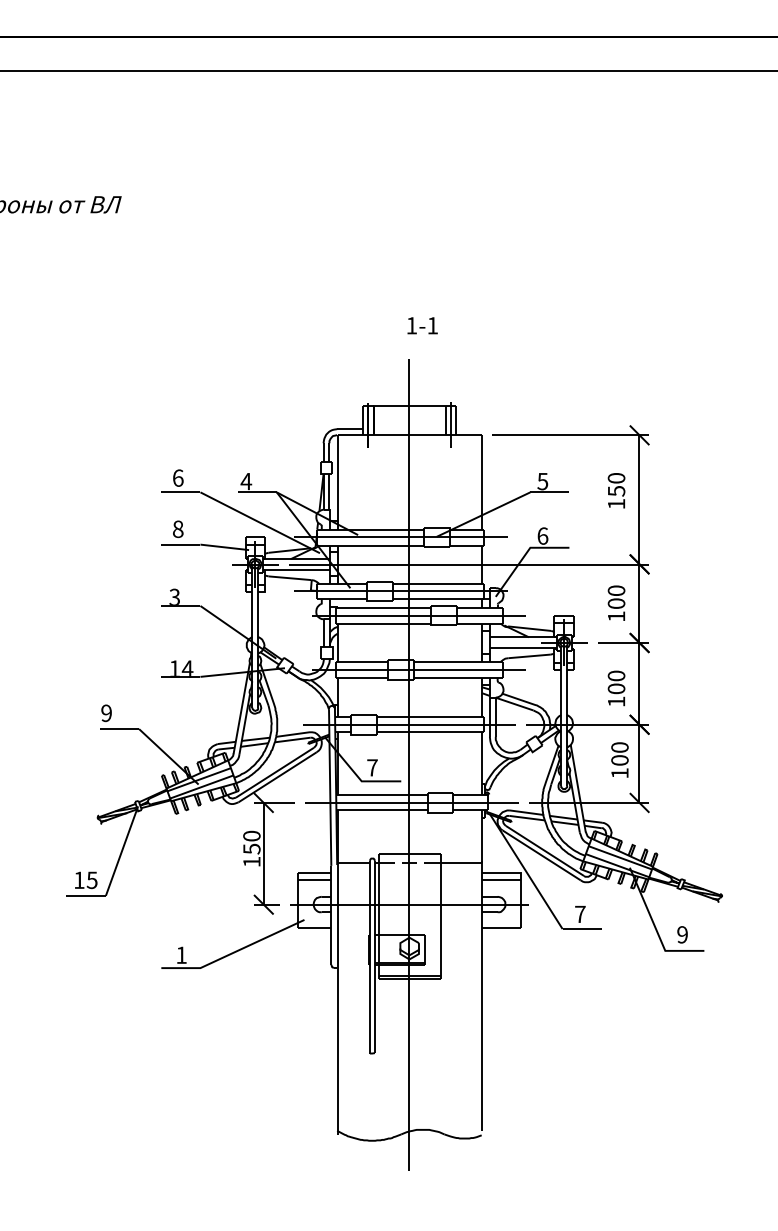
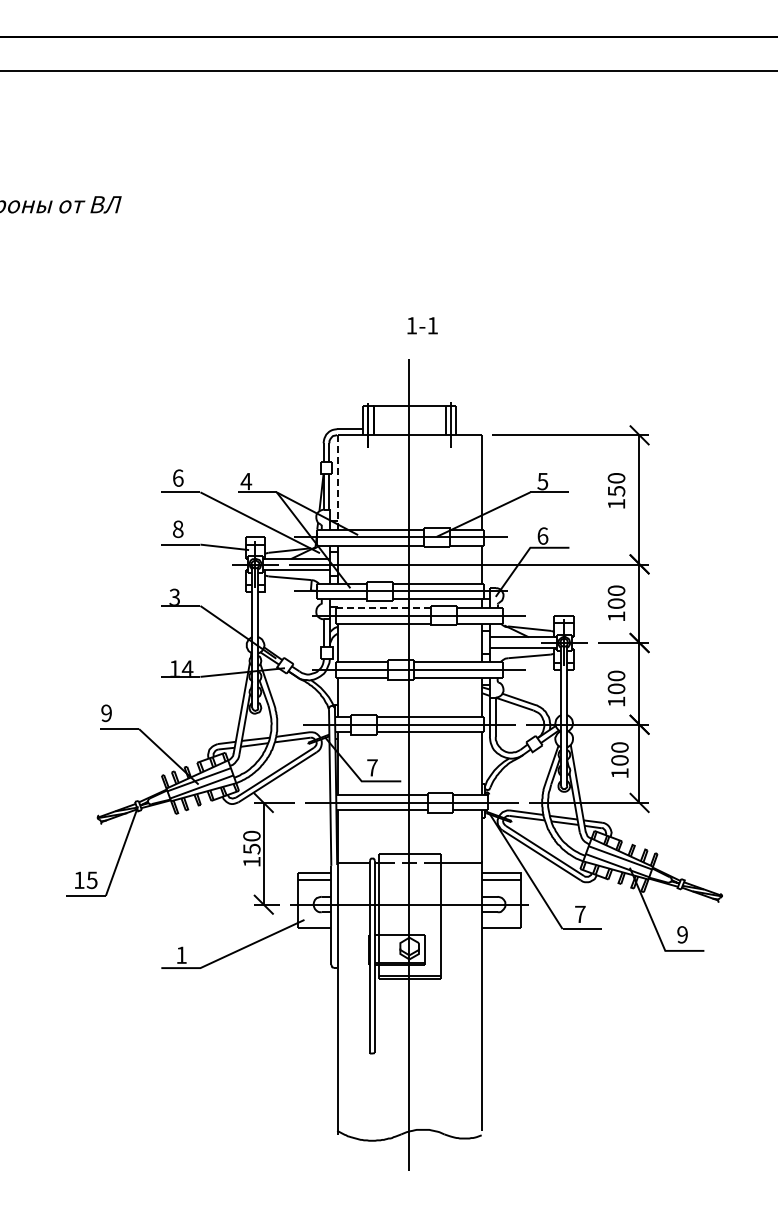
line at (337, 482): solid -> dashed
line at (383, 607): solid -> dashed
